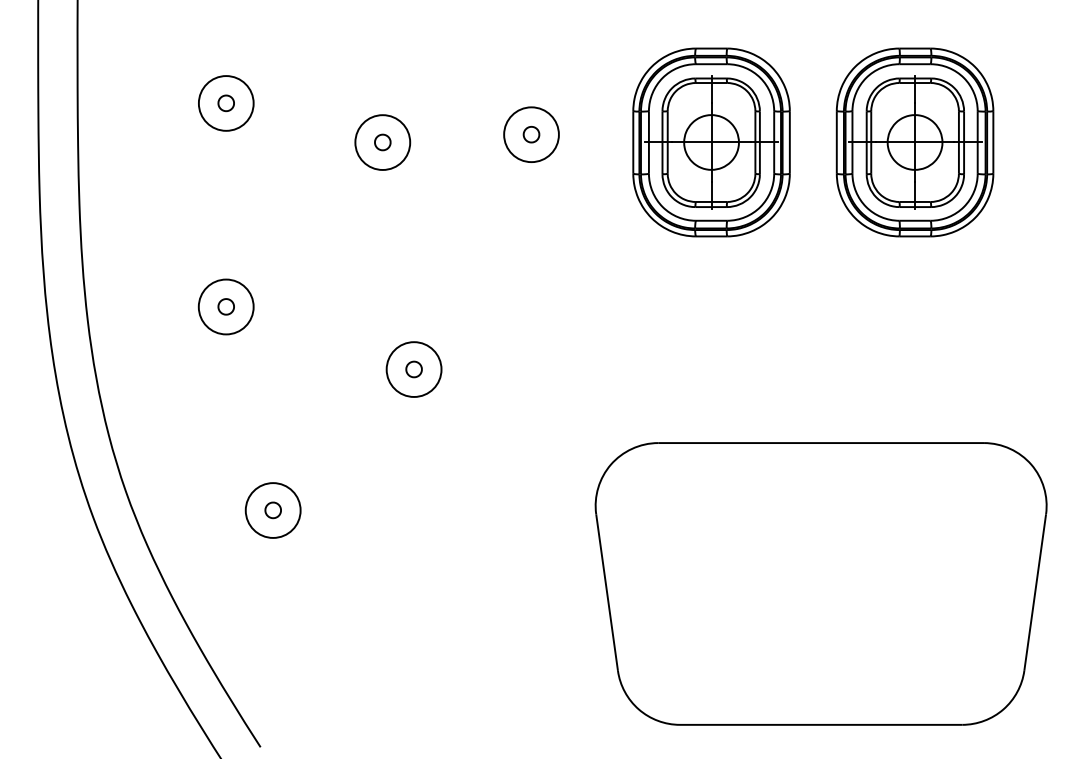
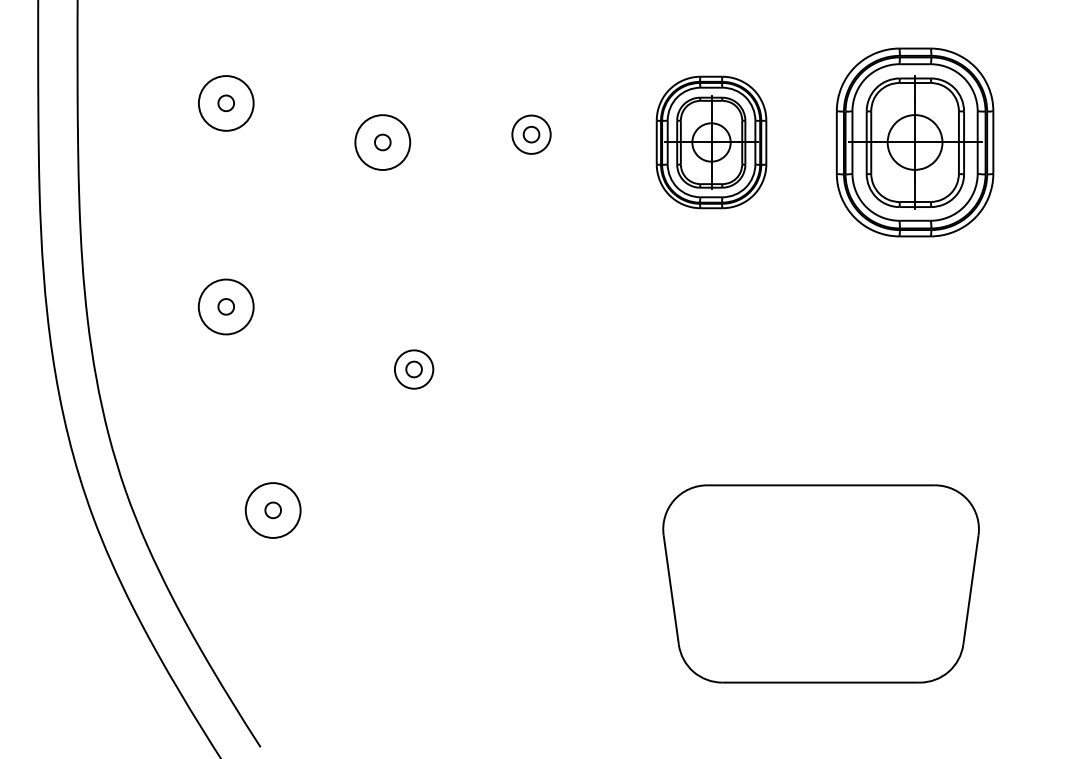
circle at (531, 134) diameter: 55 px -> 38 px
part at (711, 142) size: 159x191 px -> 113x135 px
circle at (413, 369) diameter: 55 px -> 38 px
part at (820, 583) size: 454x284 px -> 318x200 px
